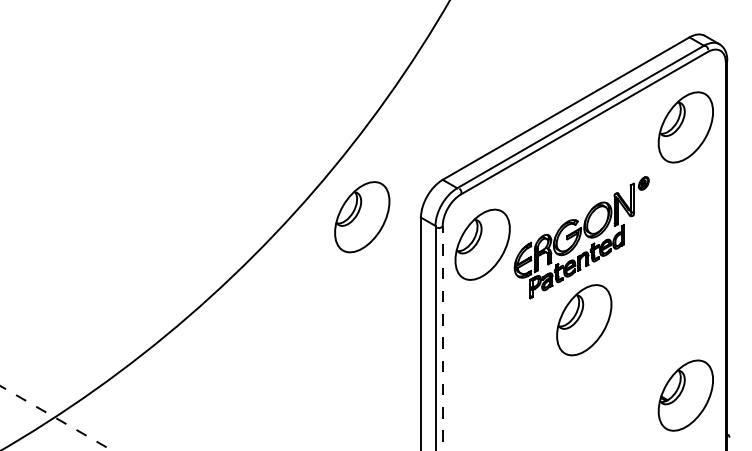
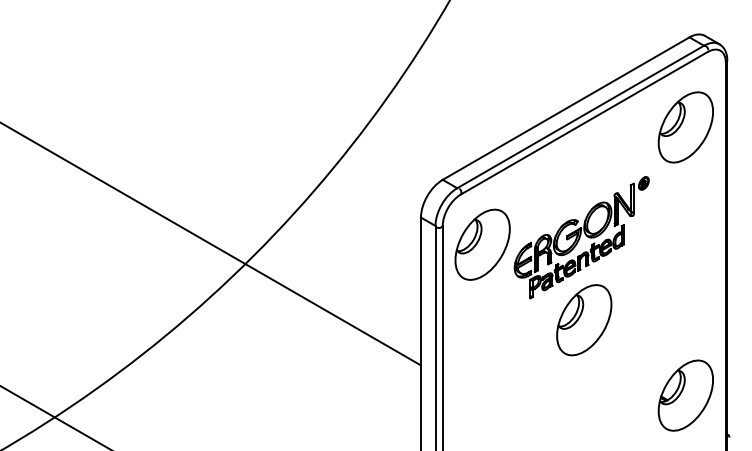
part at (362, 217): present -> none
line at (211, 244): none -> present
line at (442, 337): dashed -> solid
line at (56, 418): dashed -> solid
